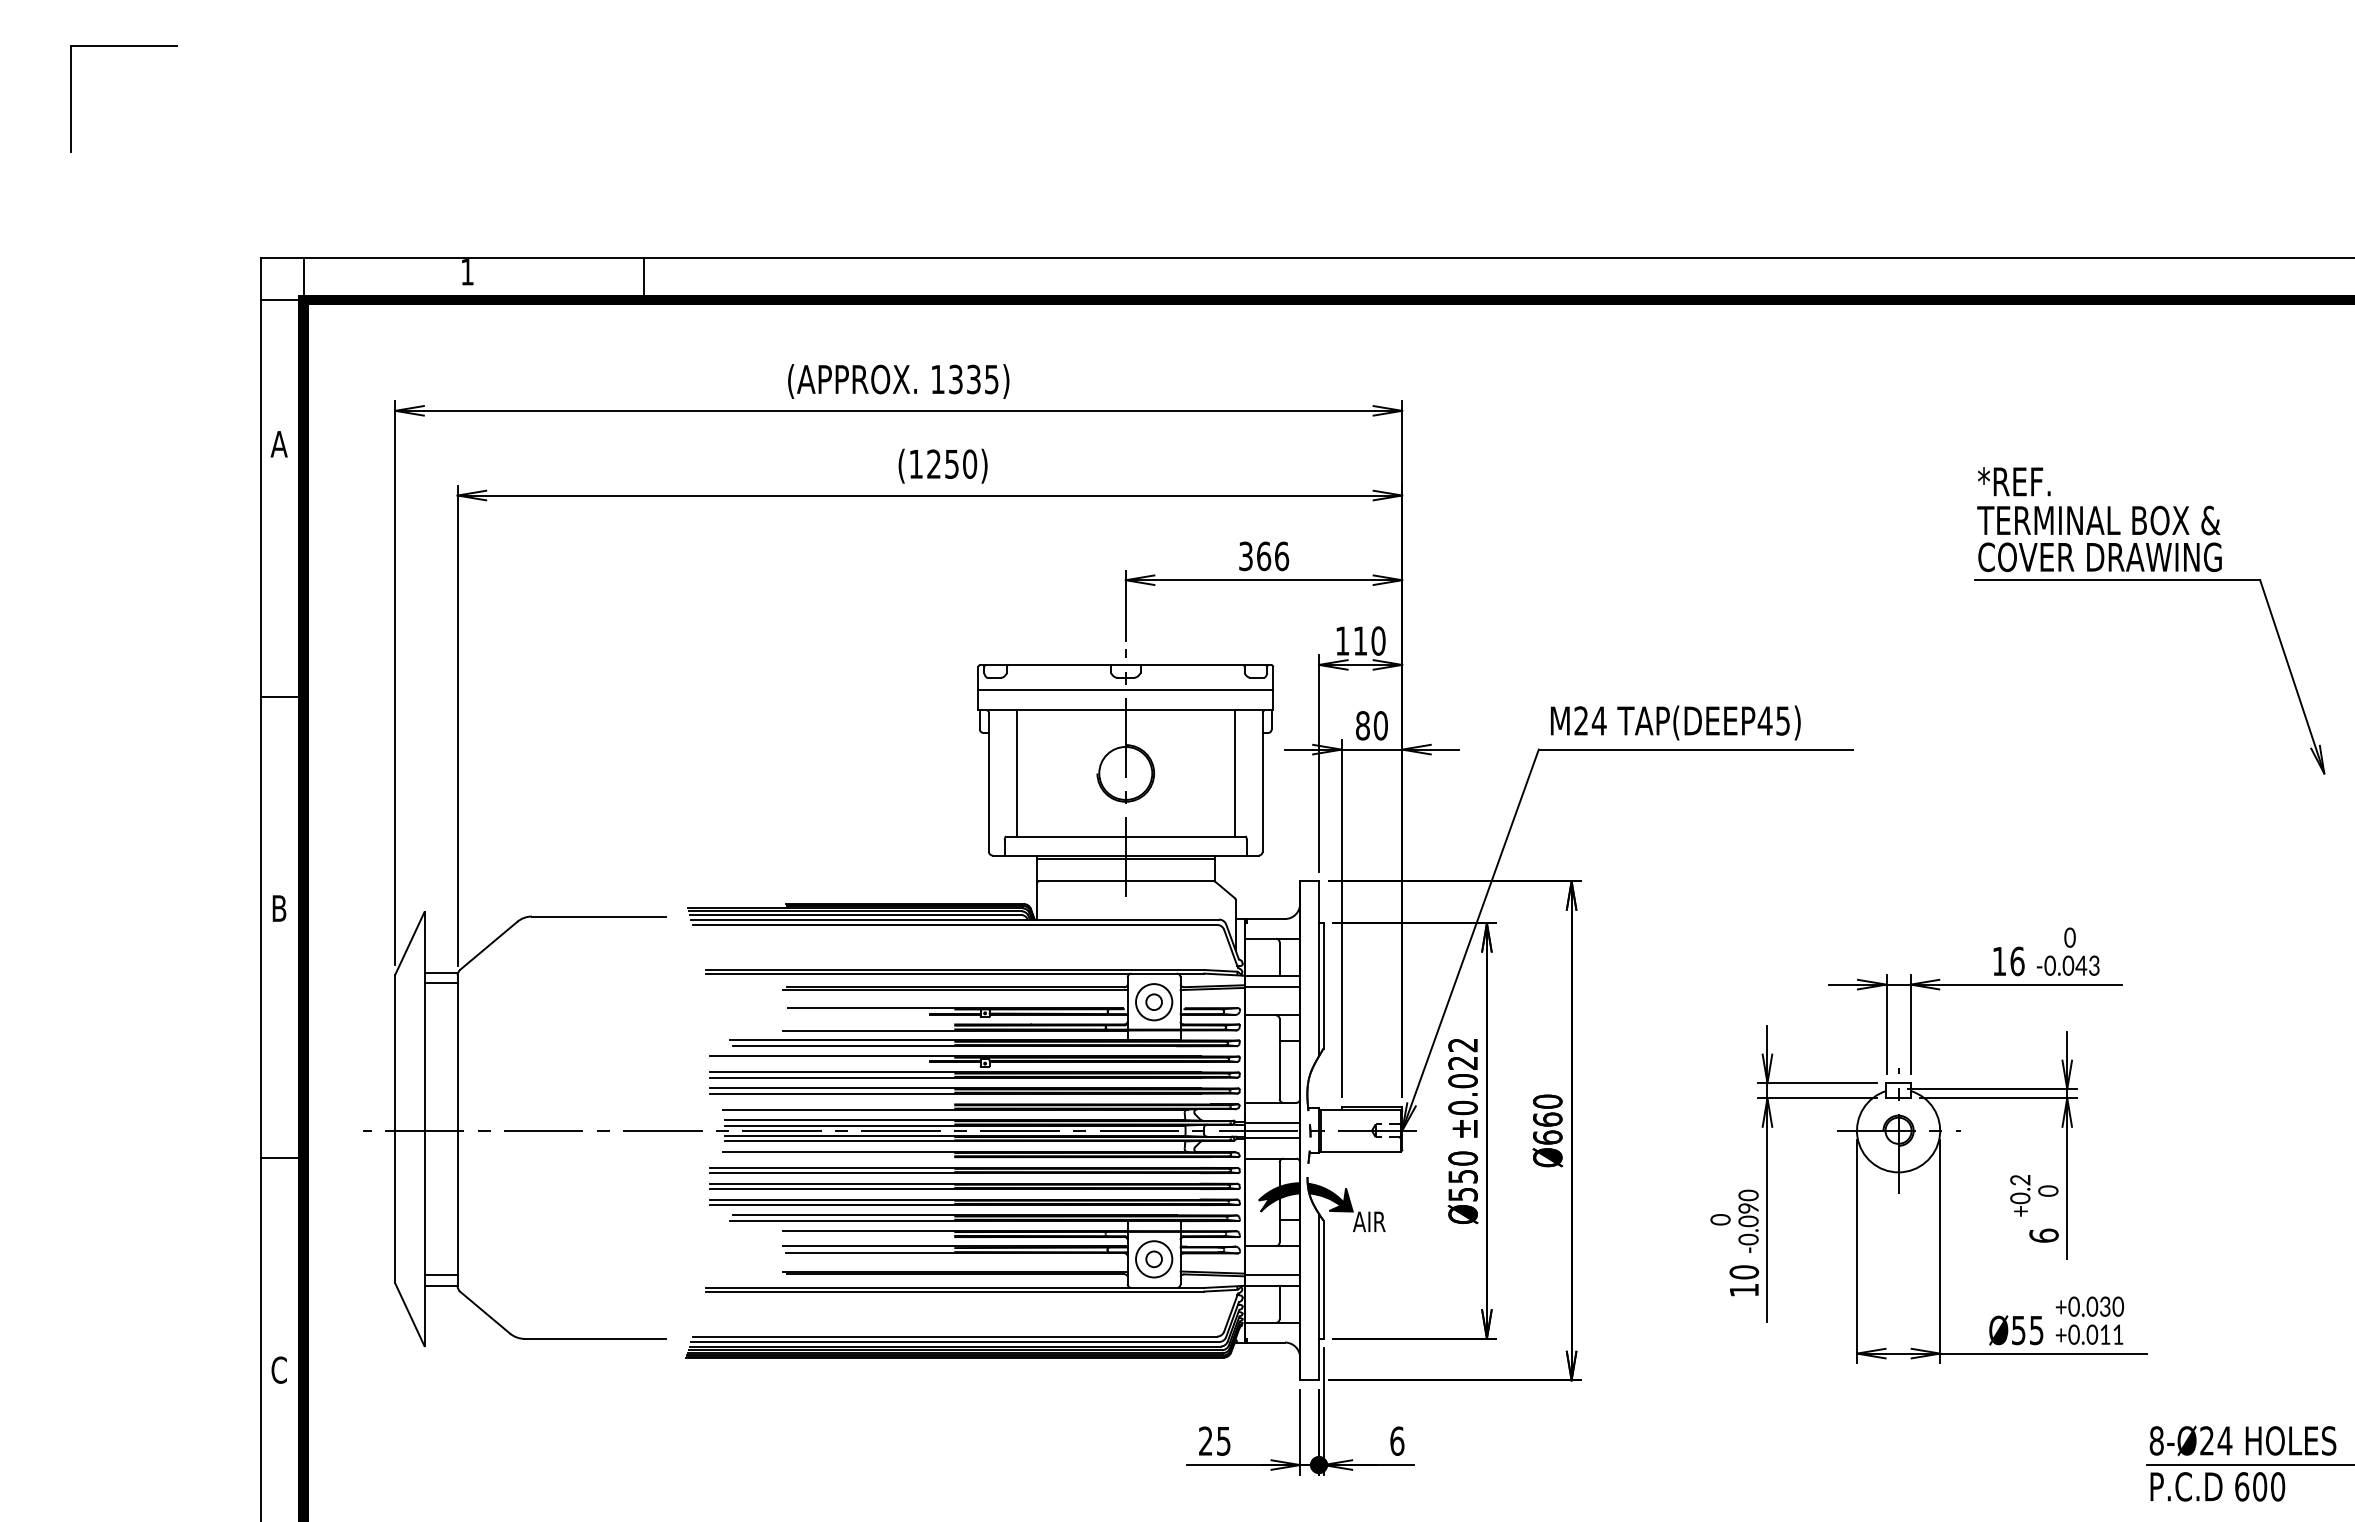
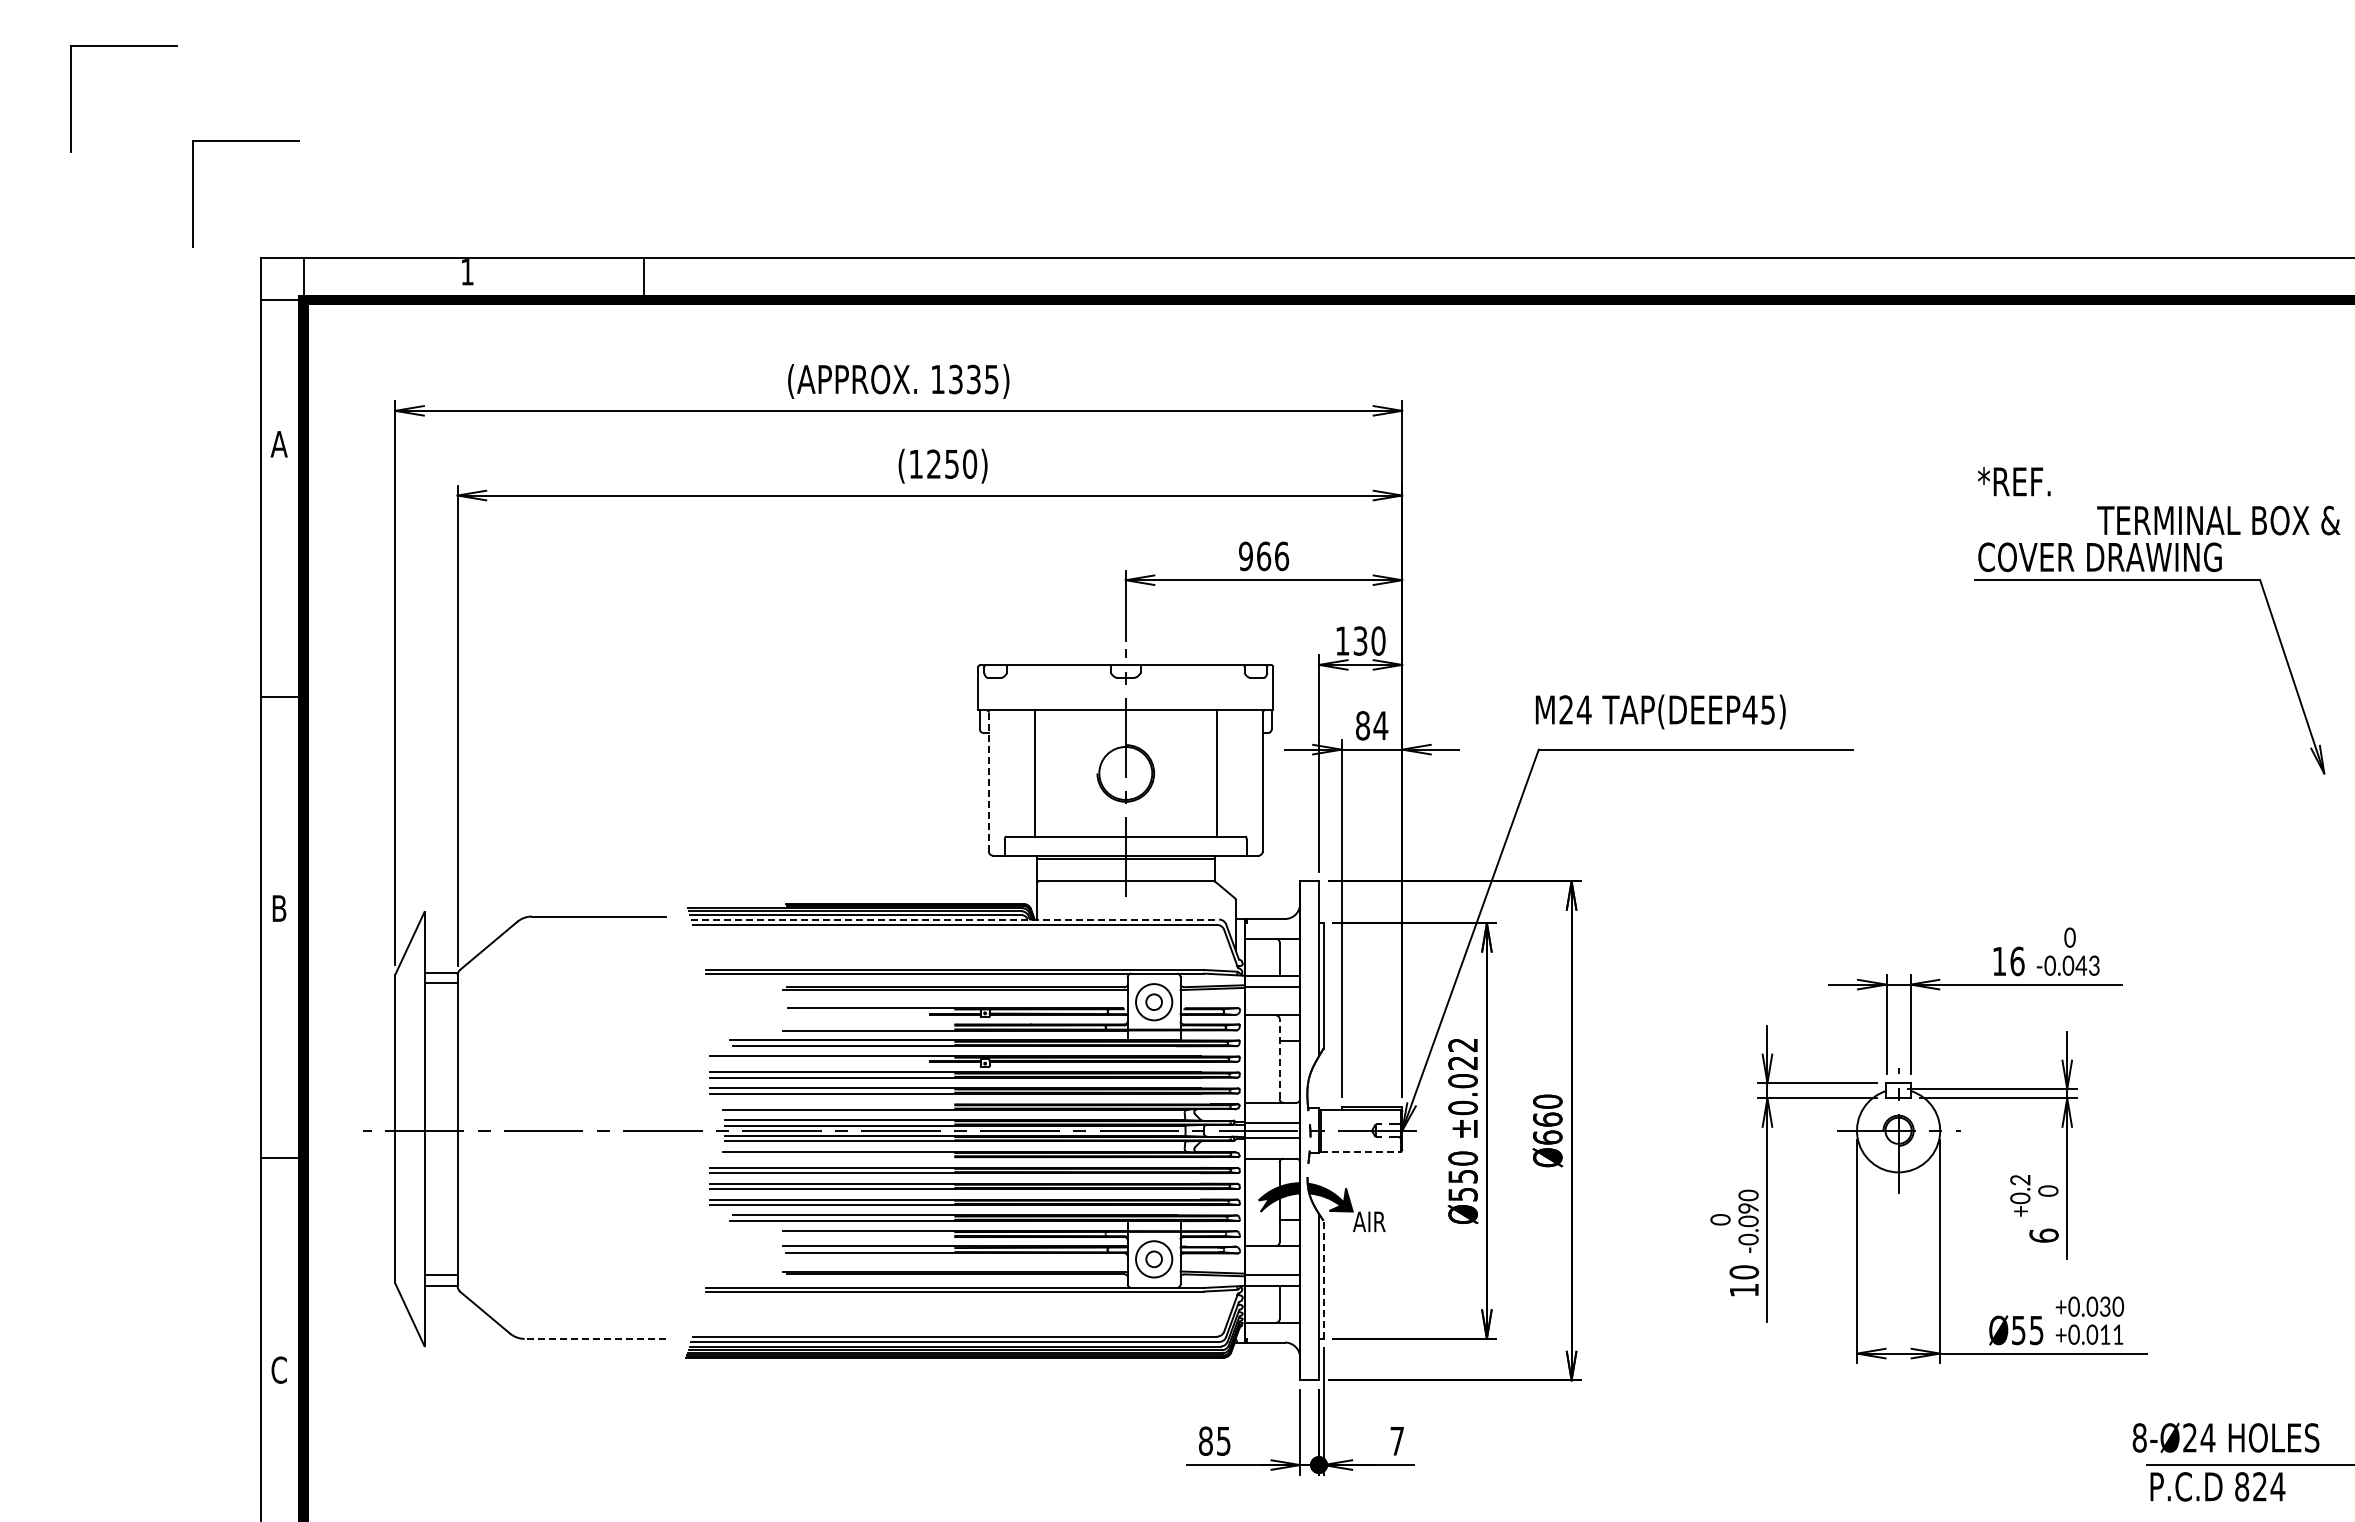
part at (245, 141): none -> present
text at (2098, 520) position: (2098, 520) -> (2218, 520)
text at (1245, 555): 366 -> 966
text at (1360, 640): 110 -> 130
line at (1125, 689): present -> none
text at (1675, 722) position: (1675, 722) -> (1660, 711)
text at (1380, 725): 80 -> 84
line at (1016, 773) position: (1016, 773) -> (1034, 773)
line at (1234, 773) position: (1234, 773) -> (1216, 773)
line at (988, 782): solid -> dashed
line at (955, 919): solid -> dashed
line at (1279, 1059): solid -> dashed
line at (1361, 1151): solid -> dashed
line at (1323, 1279): solid -> dashed
line at (595, 1338): solid -> dashed
text at (1205, 1440): 25 -> 85
text at (1397, 1440): 6 -> 7
text at (2242, 1440) position: (2242, 1440) -> (2225, 1437)
text at (2260, 1486): 600 -> 824
